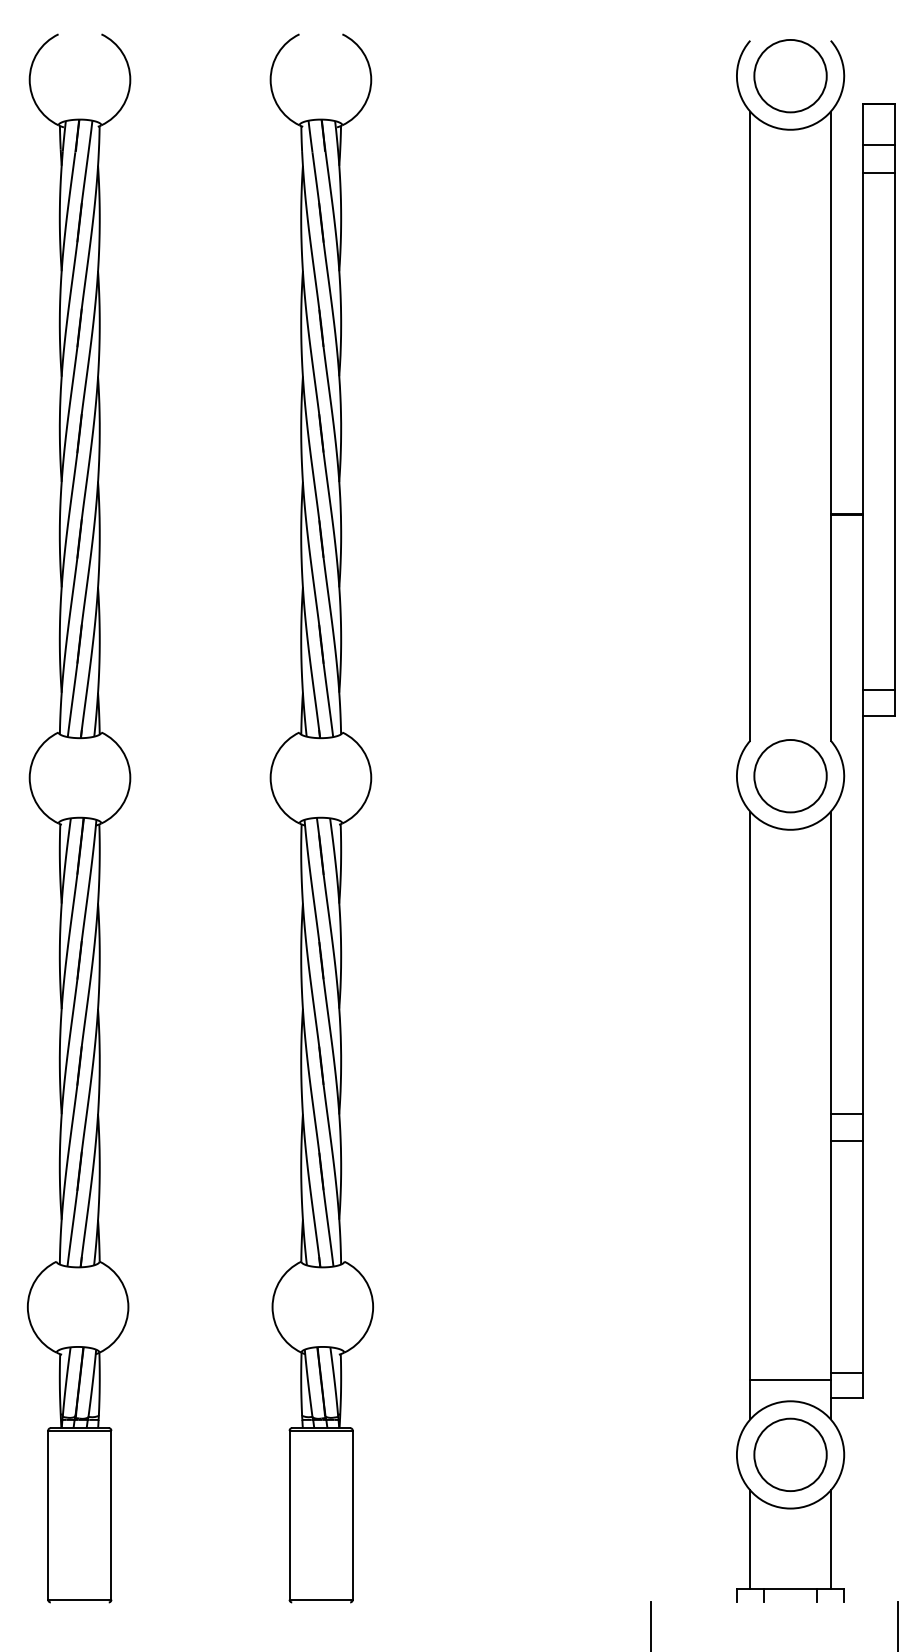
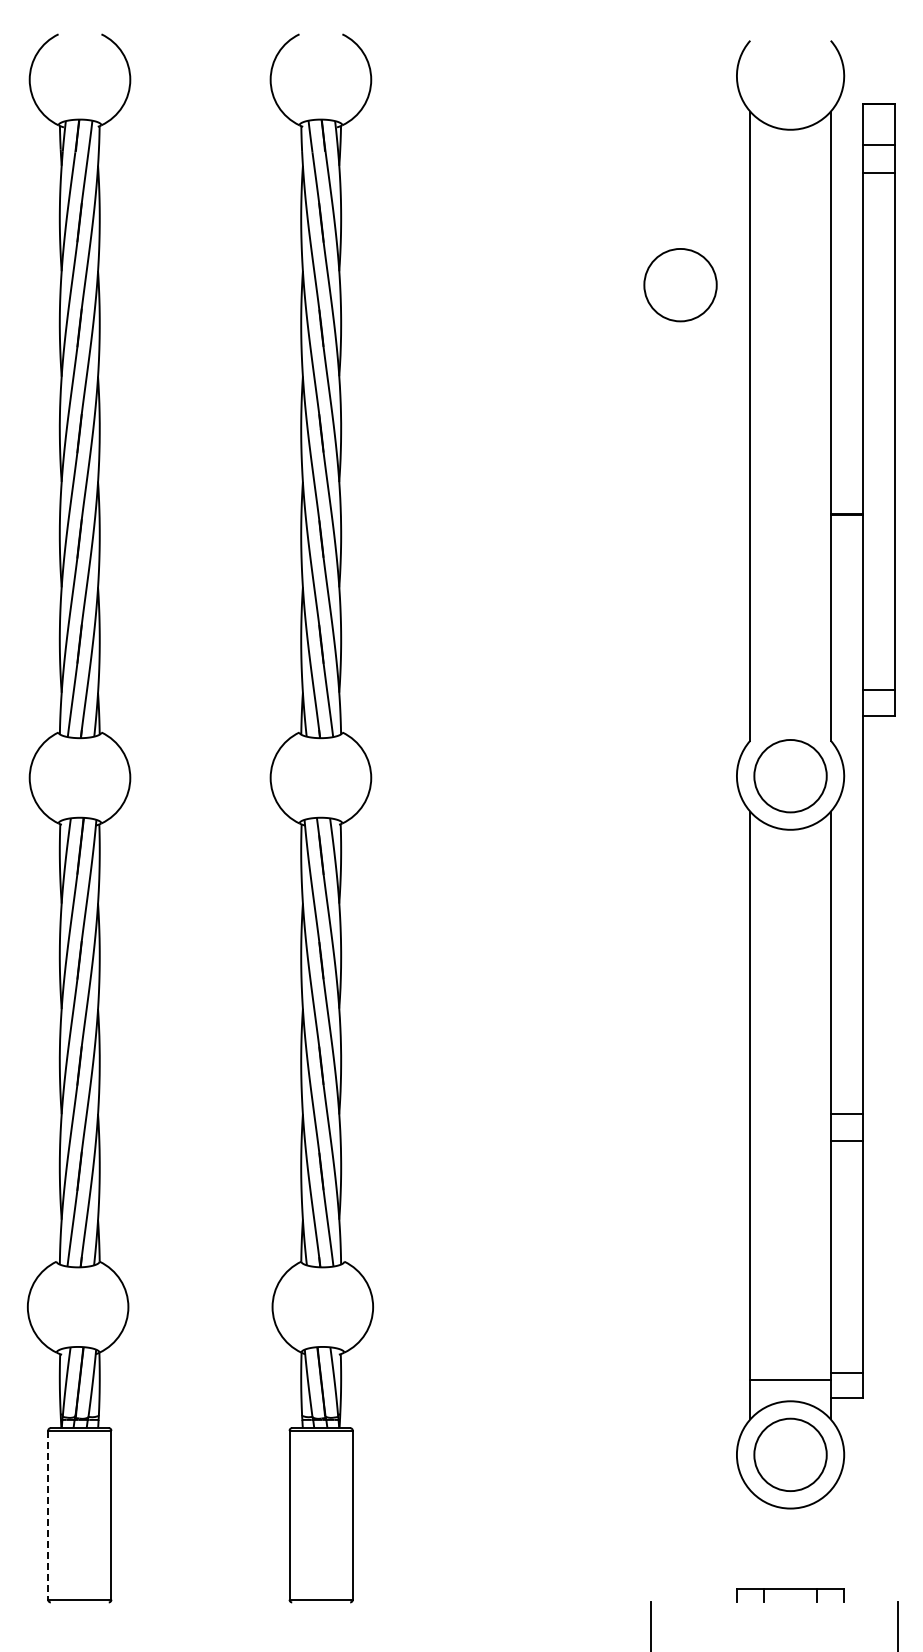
circle at (790, 76) position: (790, 76) -> (680, 285)
line at (48, 1515): solid -> dashed
line at (750, 1539): present -> none
line at (830, 1539): present -> none
